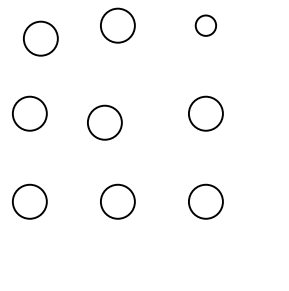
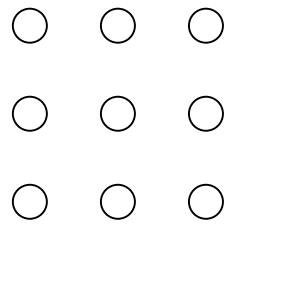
circle at (205, 25) diameter: 20 px -> 34 px
circle at (40, 38) position: (40, 38) -> (29, 25)
circle at (104, 122) position: (104, 122) -> (117, 113)
